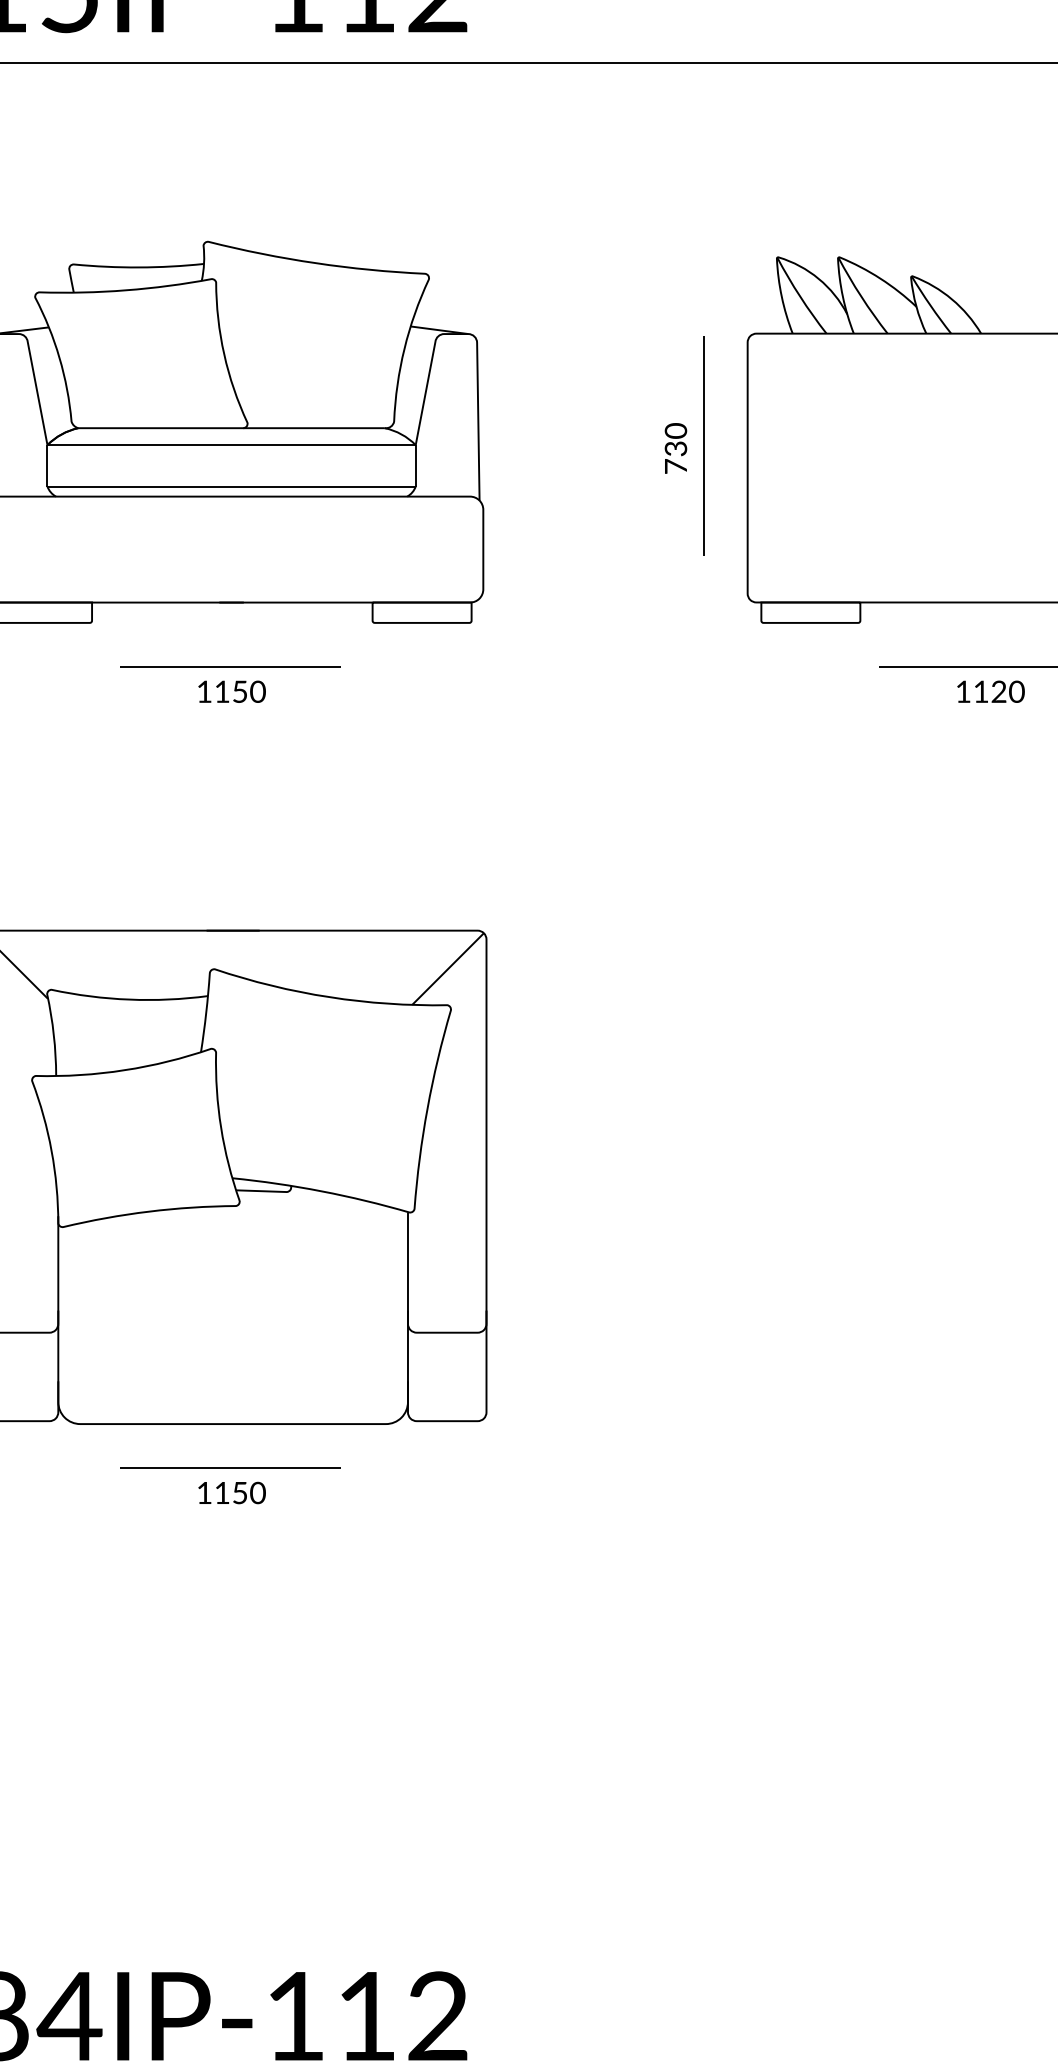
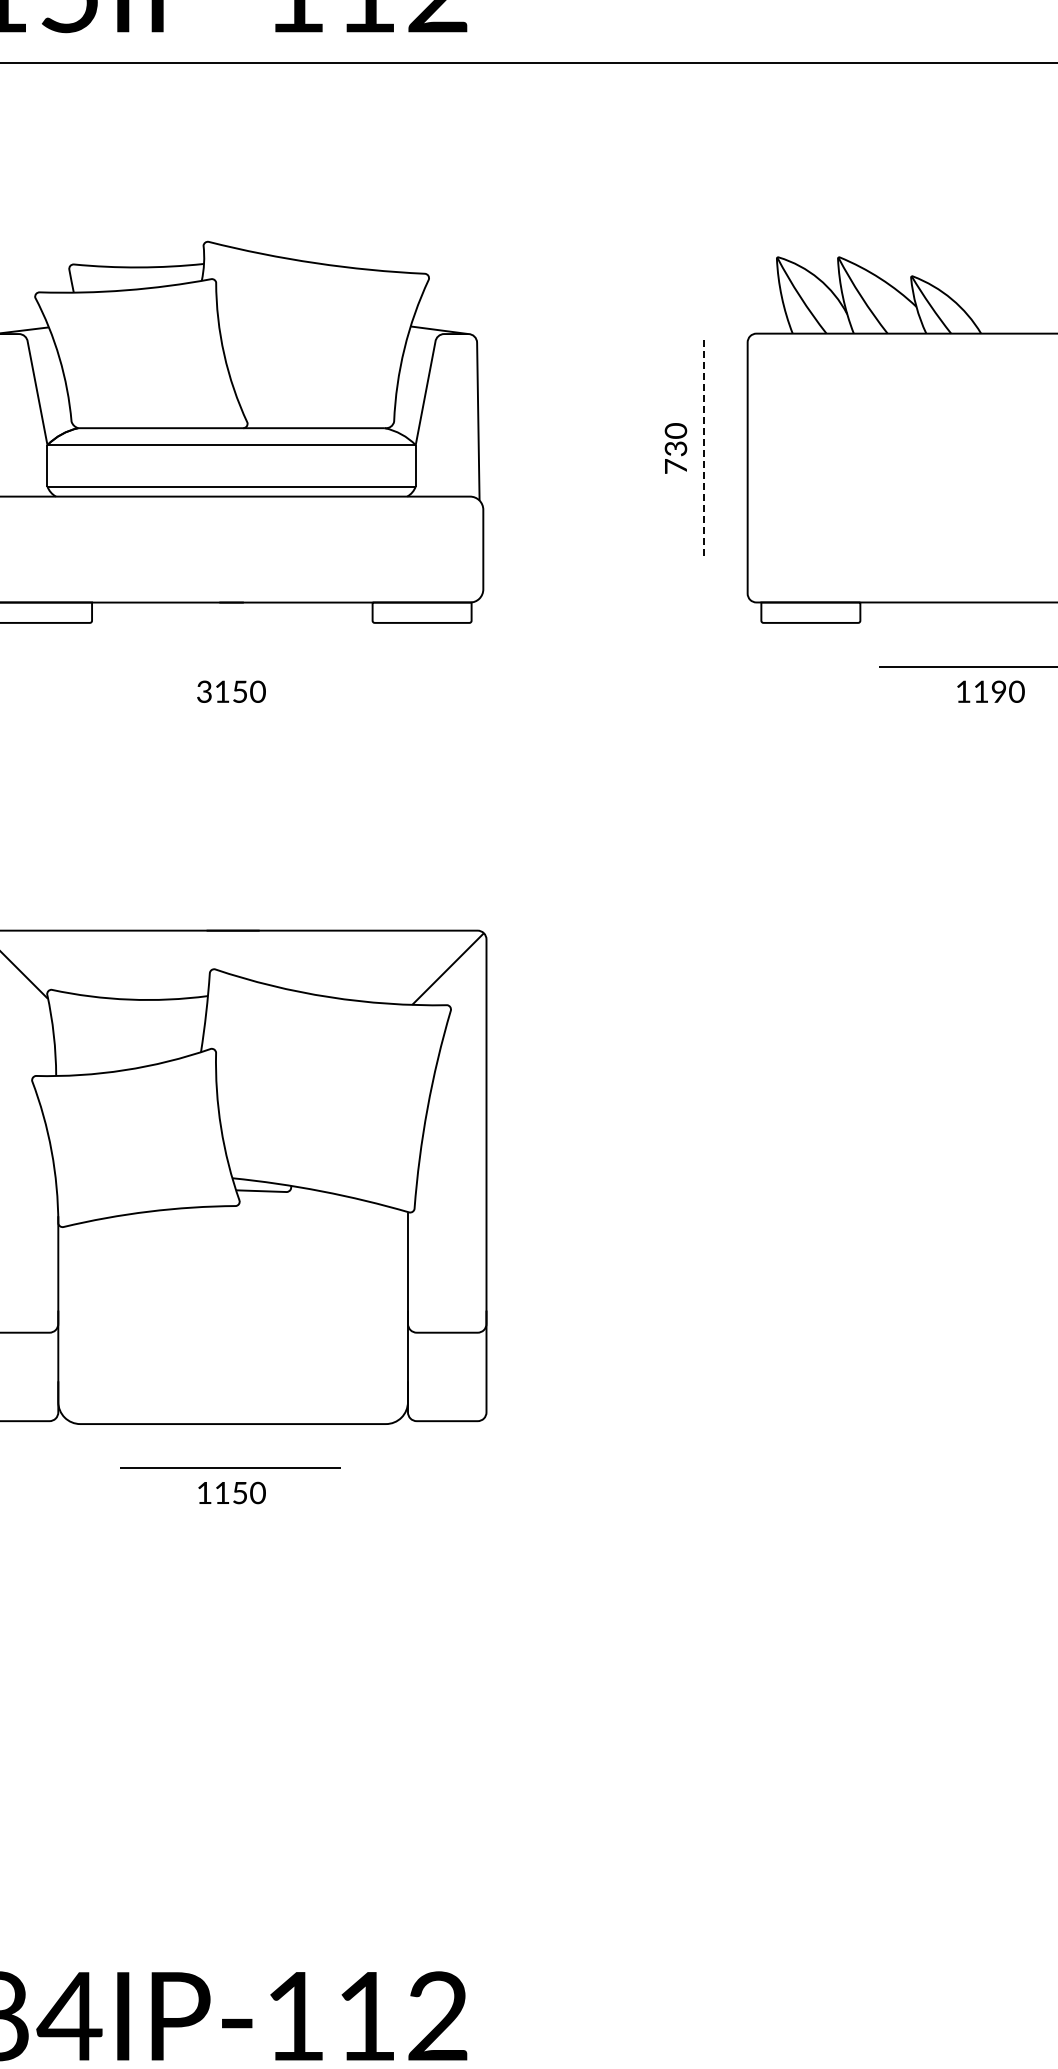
line at (703, 445): solid -> dashed
line at (230, 666): present -> none
text at (204, 691): 1150 -> 3150
text at (998, 691): 1120 -> 1190
